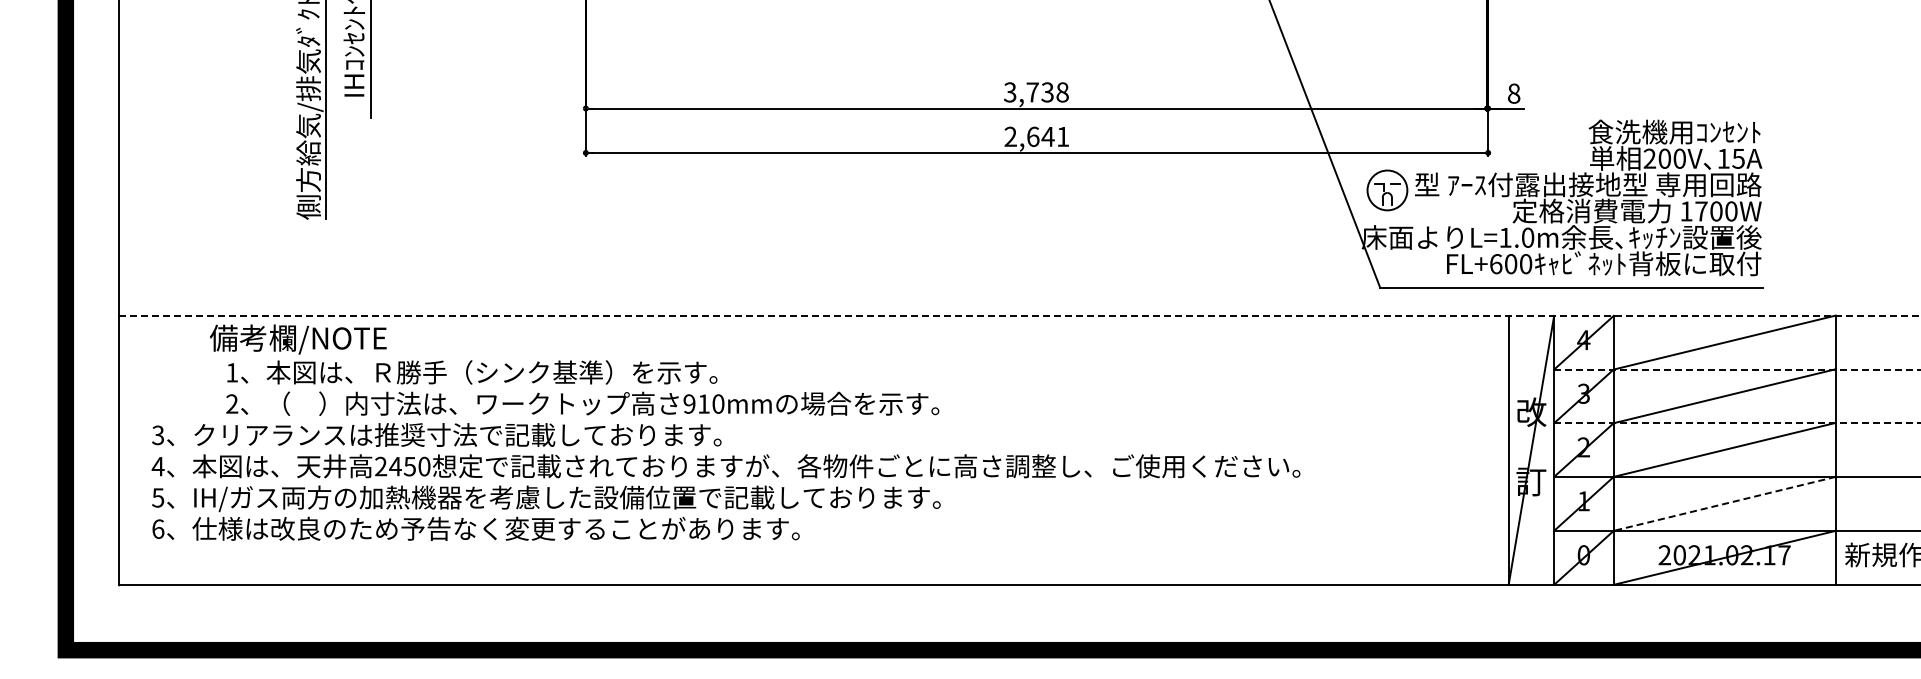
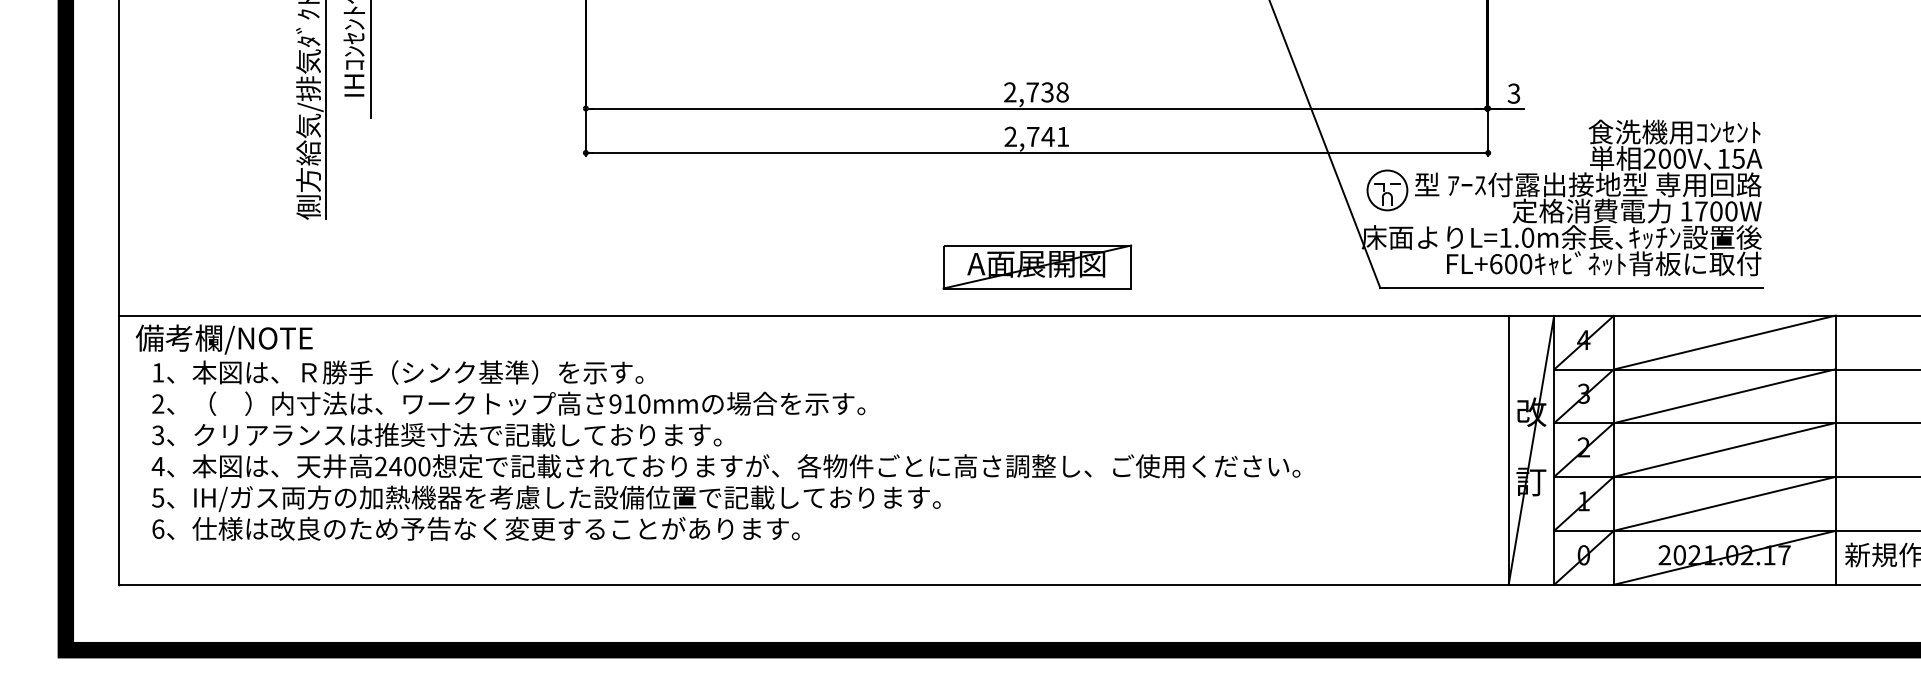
text at (1010, 92): 3,738 -> 2,738
text at (1513, 93): 8 -> 3
text at (1033, 136): 2,641 -> 2,741
part at (1037, 266): none -> present
line at (1020, 315): dashed -> solid
text at (574, 369) position: (574, 369) -> (500, 369)
line at (1738, 369): dashed -> solid
line at (1738, 423): dashed -> solid
text at (409, 466): 2450 -> 2400
line at (1724, 503): dashed -> solid
